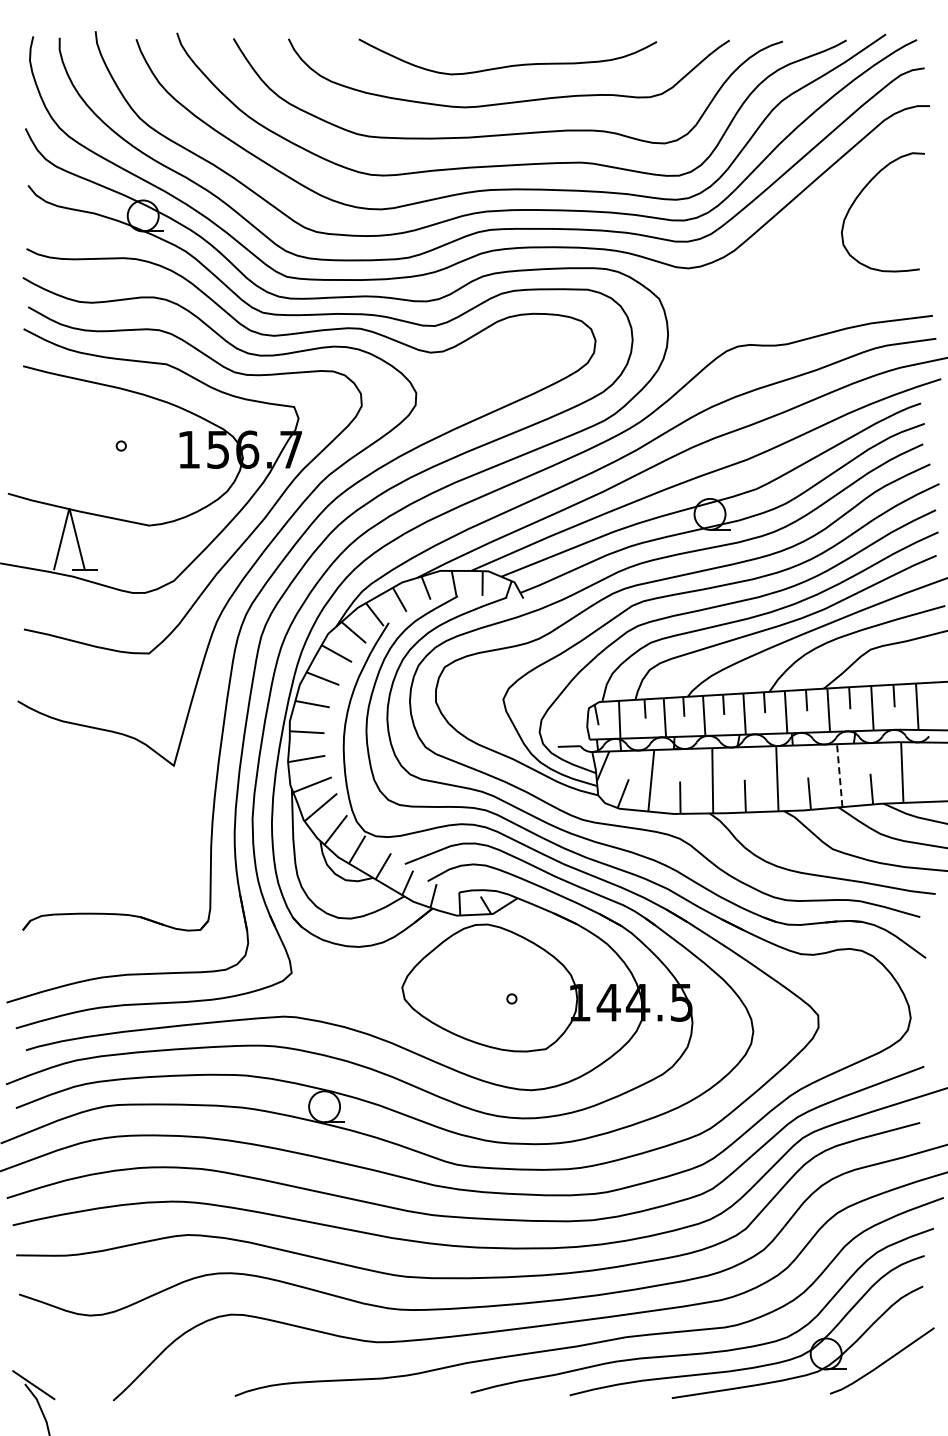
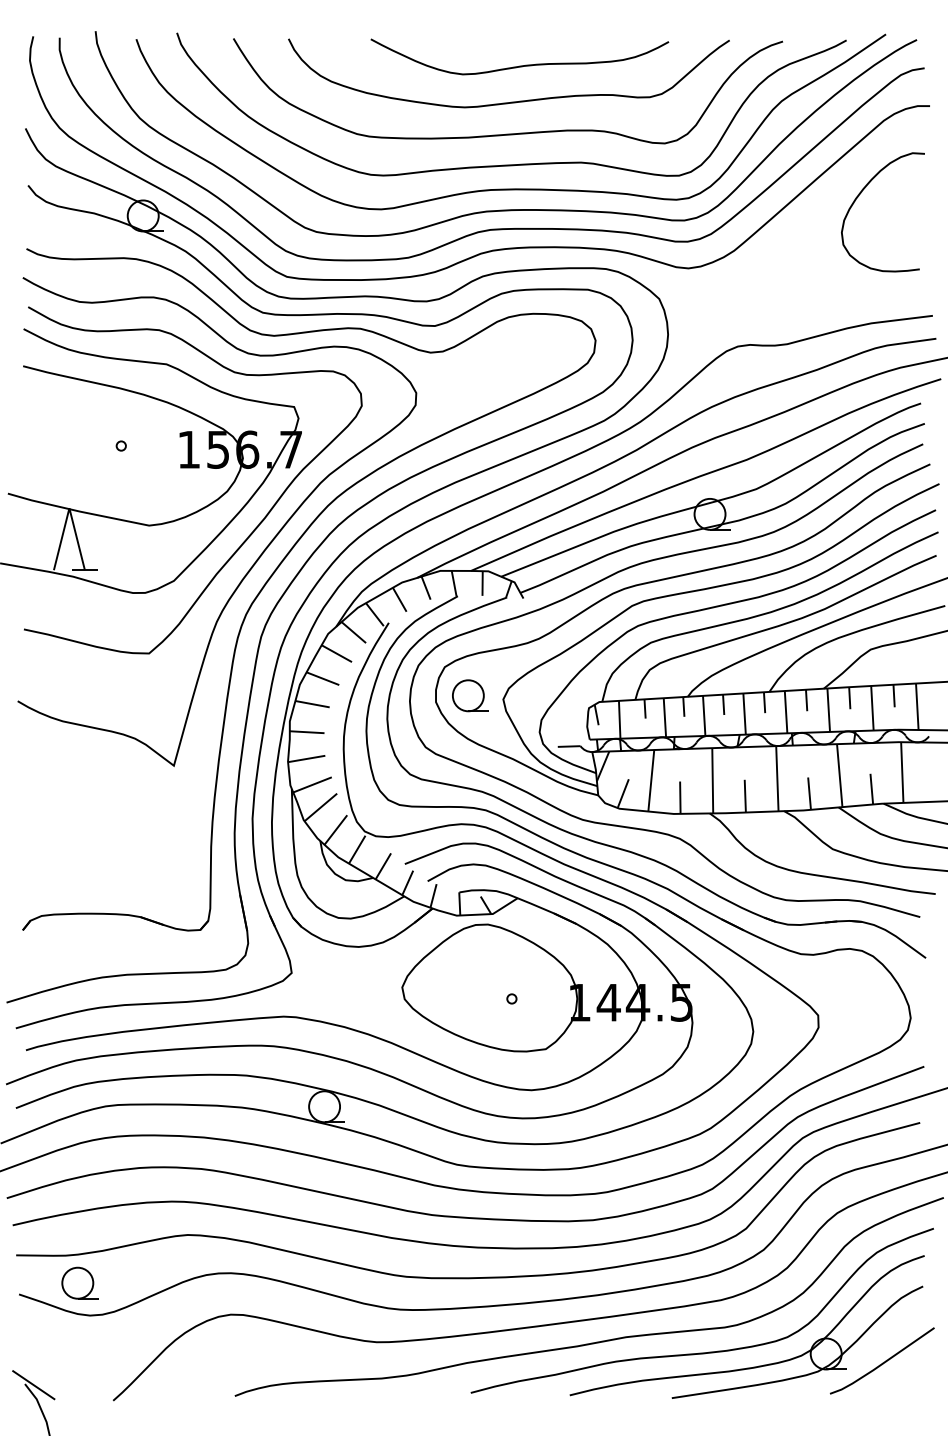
curve at (507, 65) position: (507, 65) -> (519, 65)
part at (470, 695): none -> present
line at (839, 775): dashed -> solid
part at (79, 1282): none -> present
